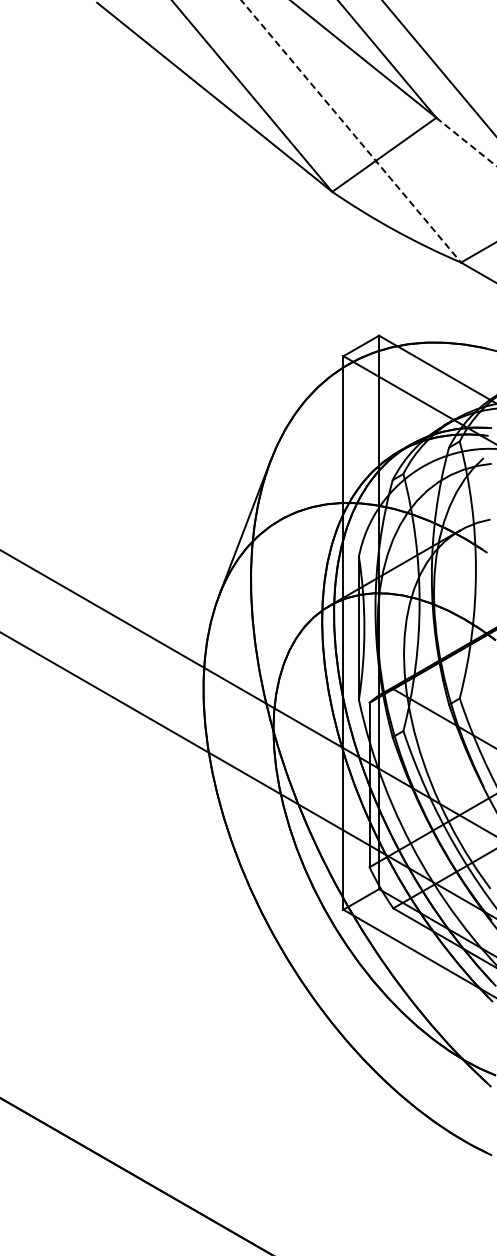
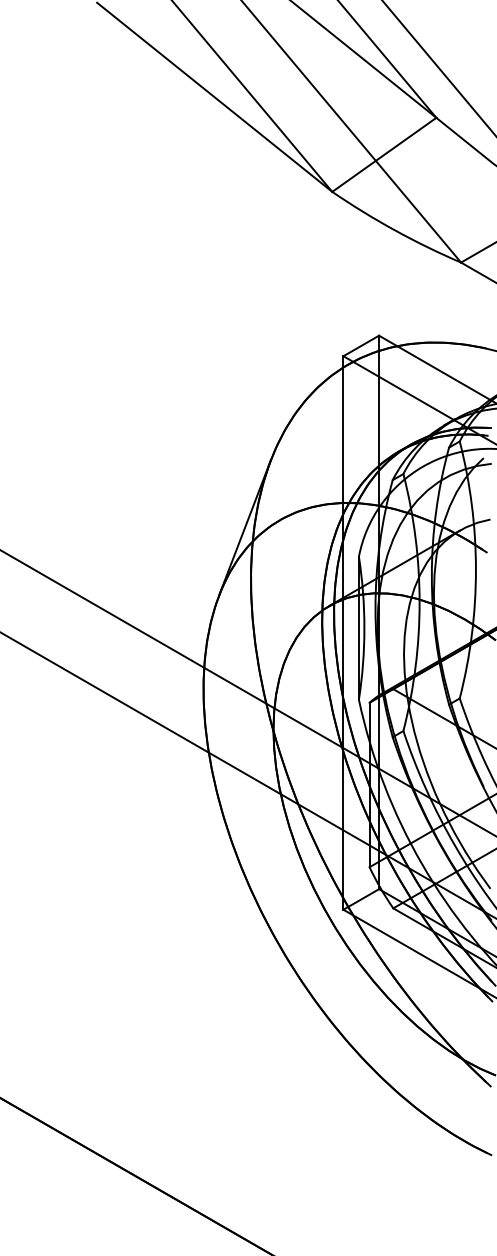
line at (351, 131): dashed -> solid
line at (466, 142): dashed -> solid
